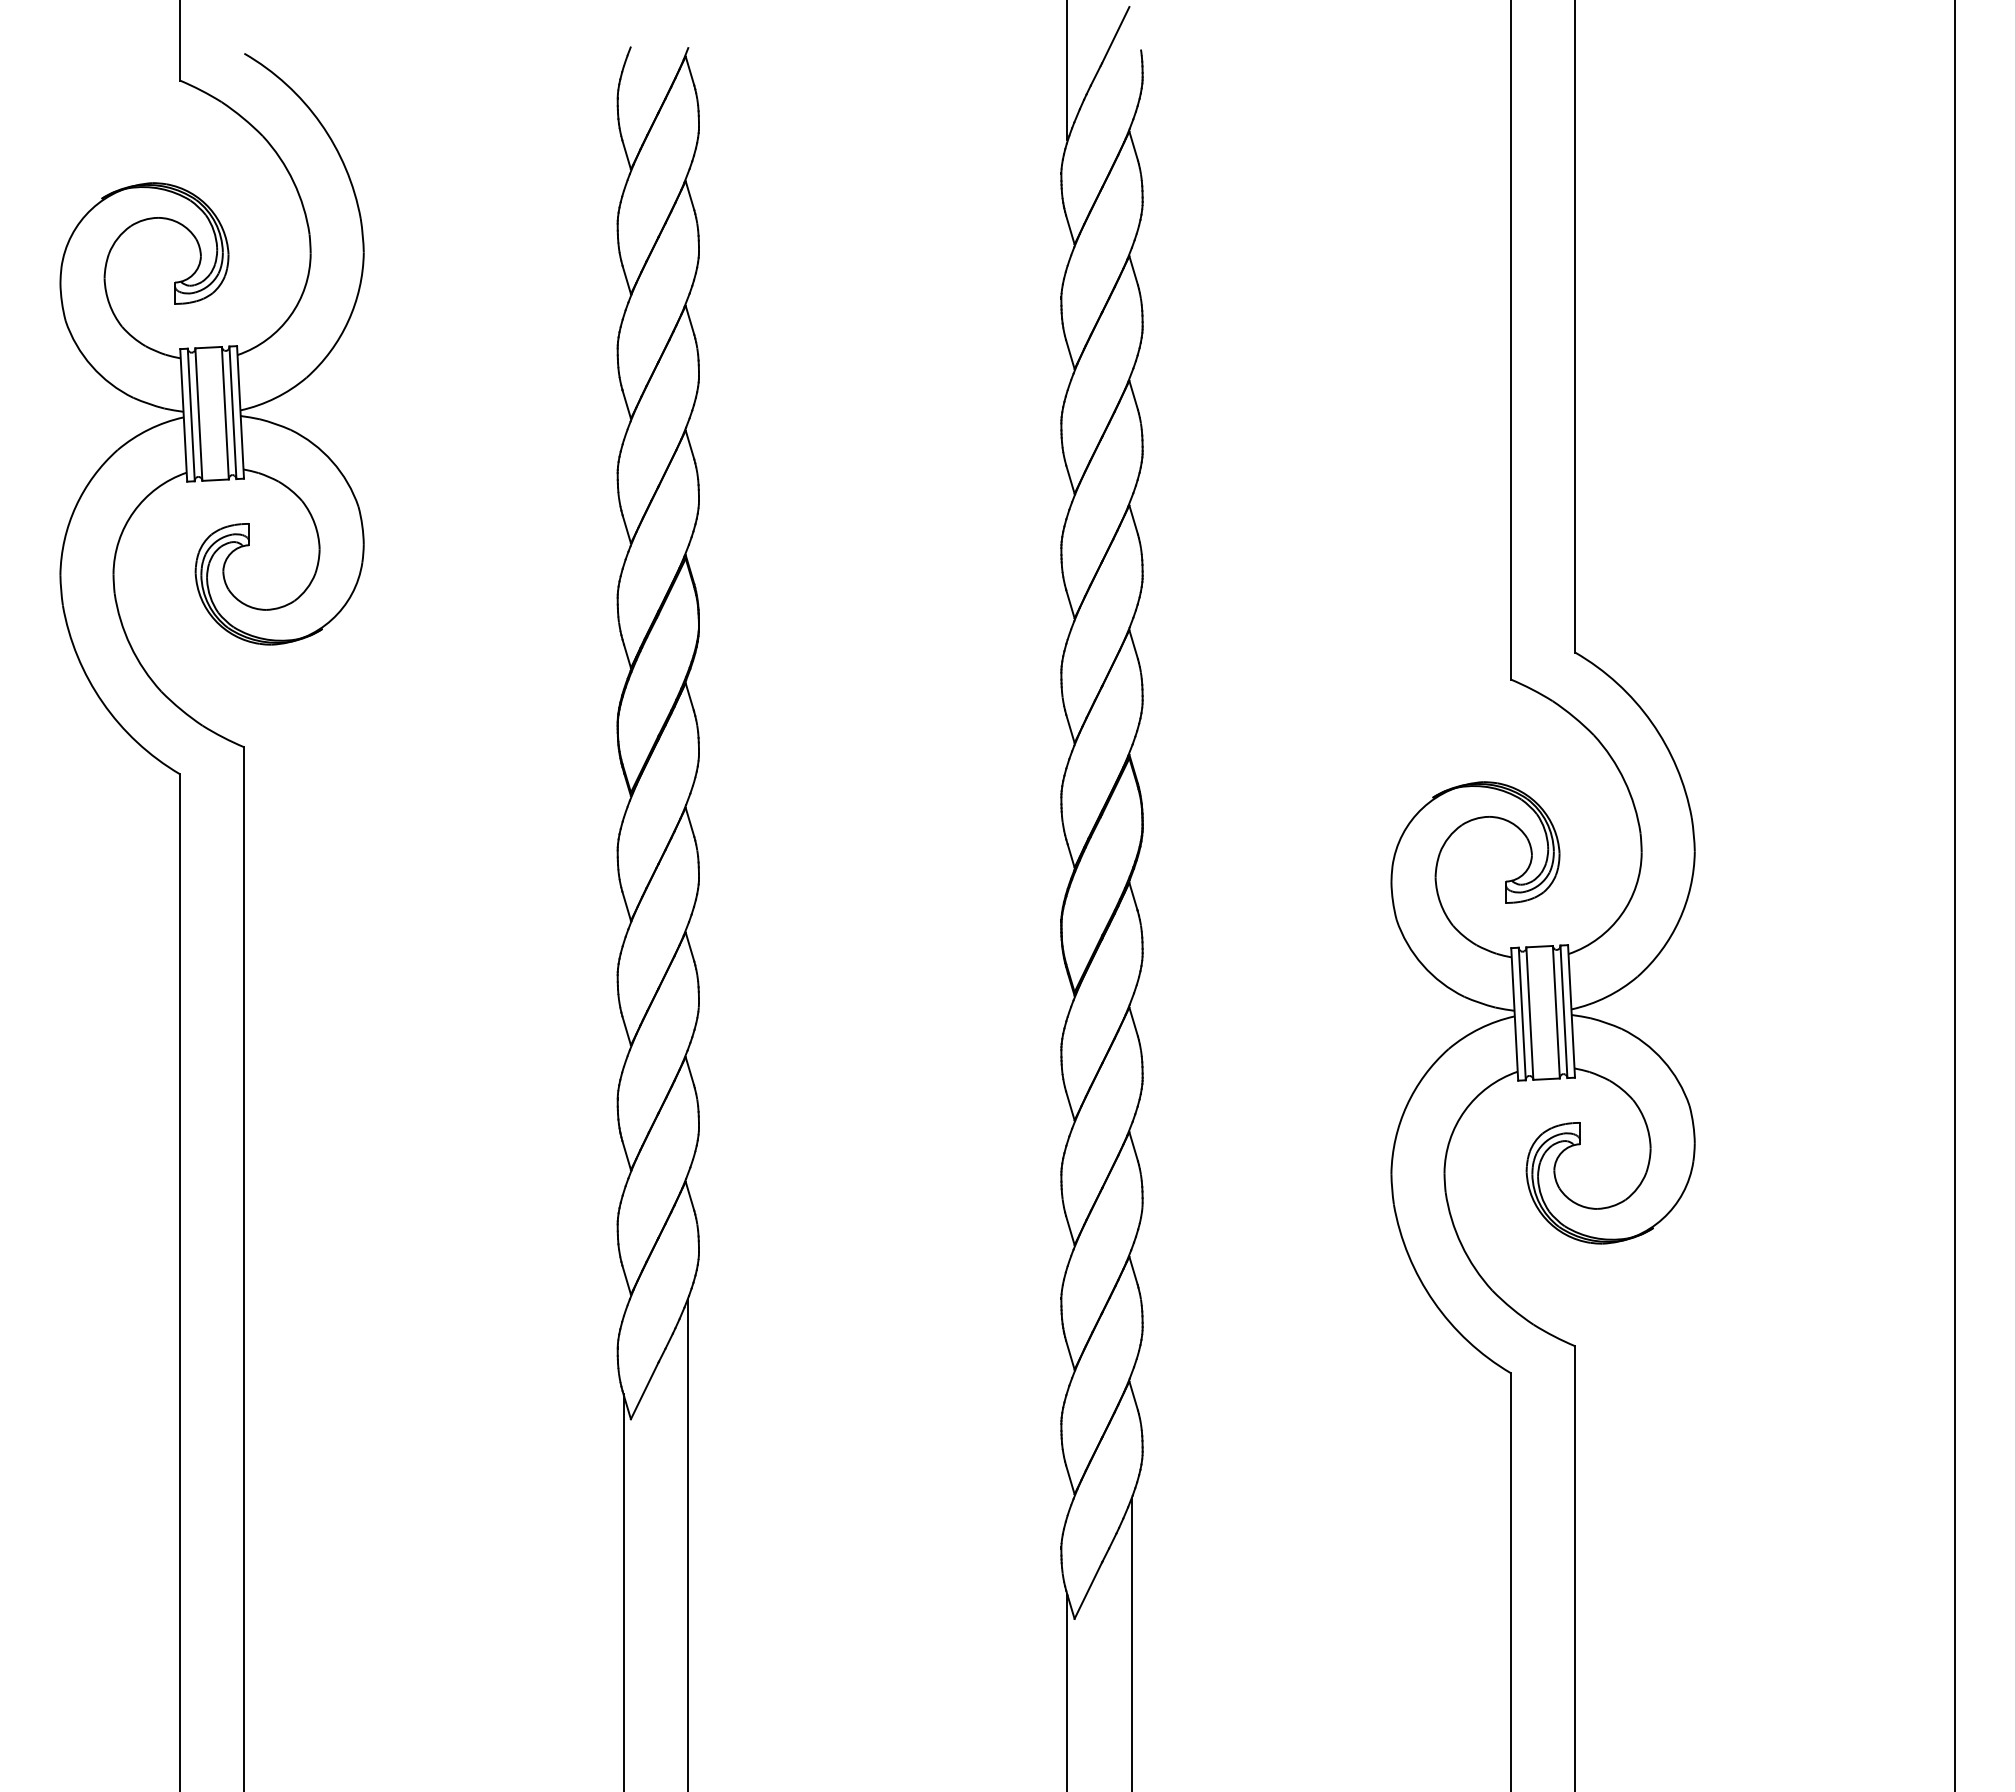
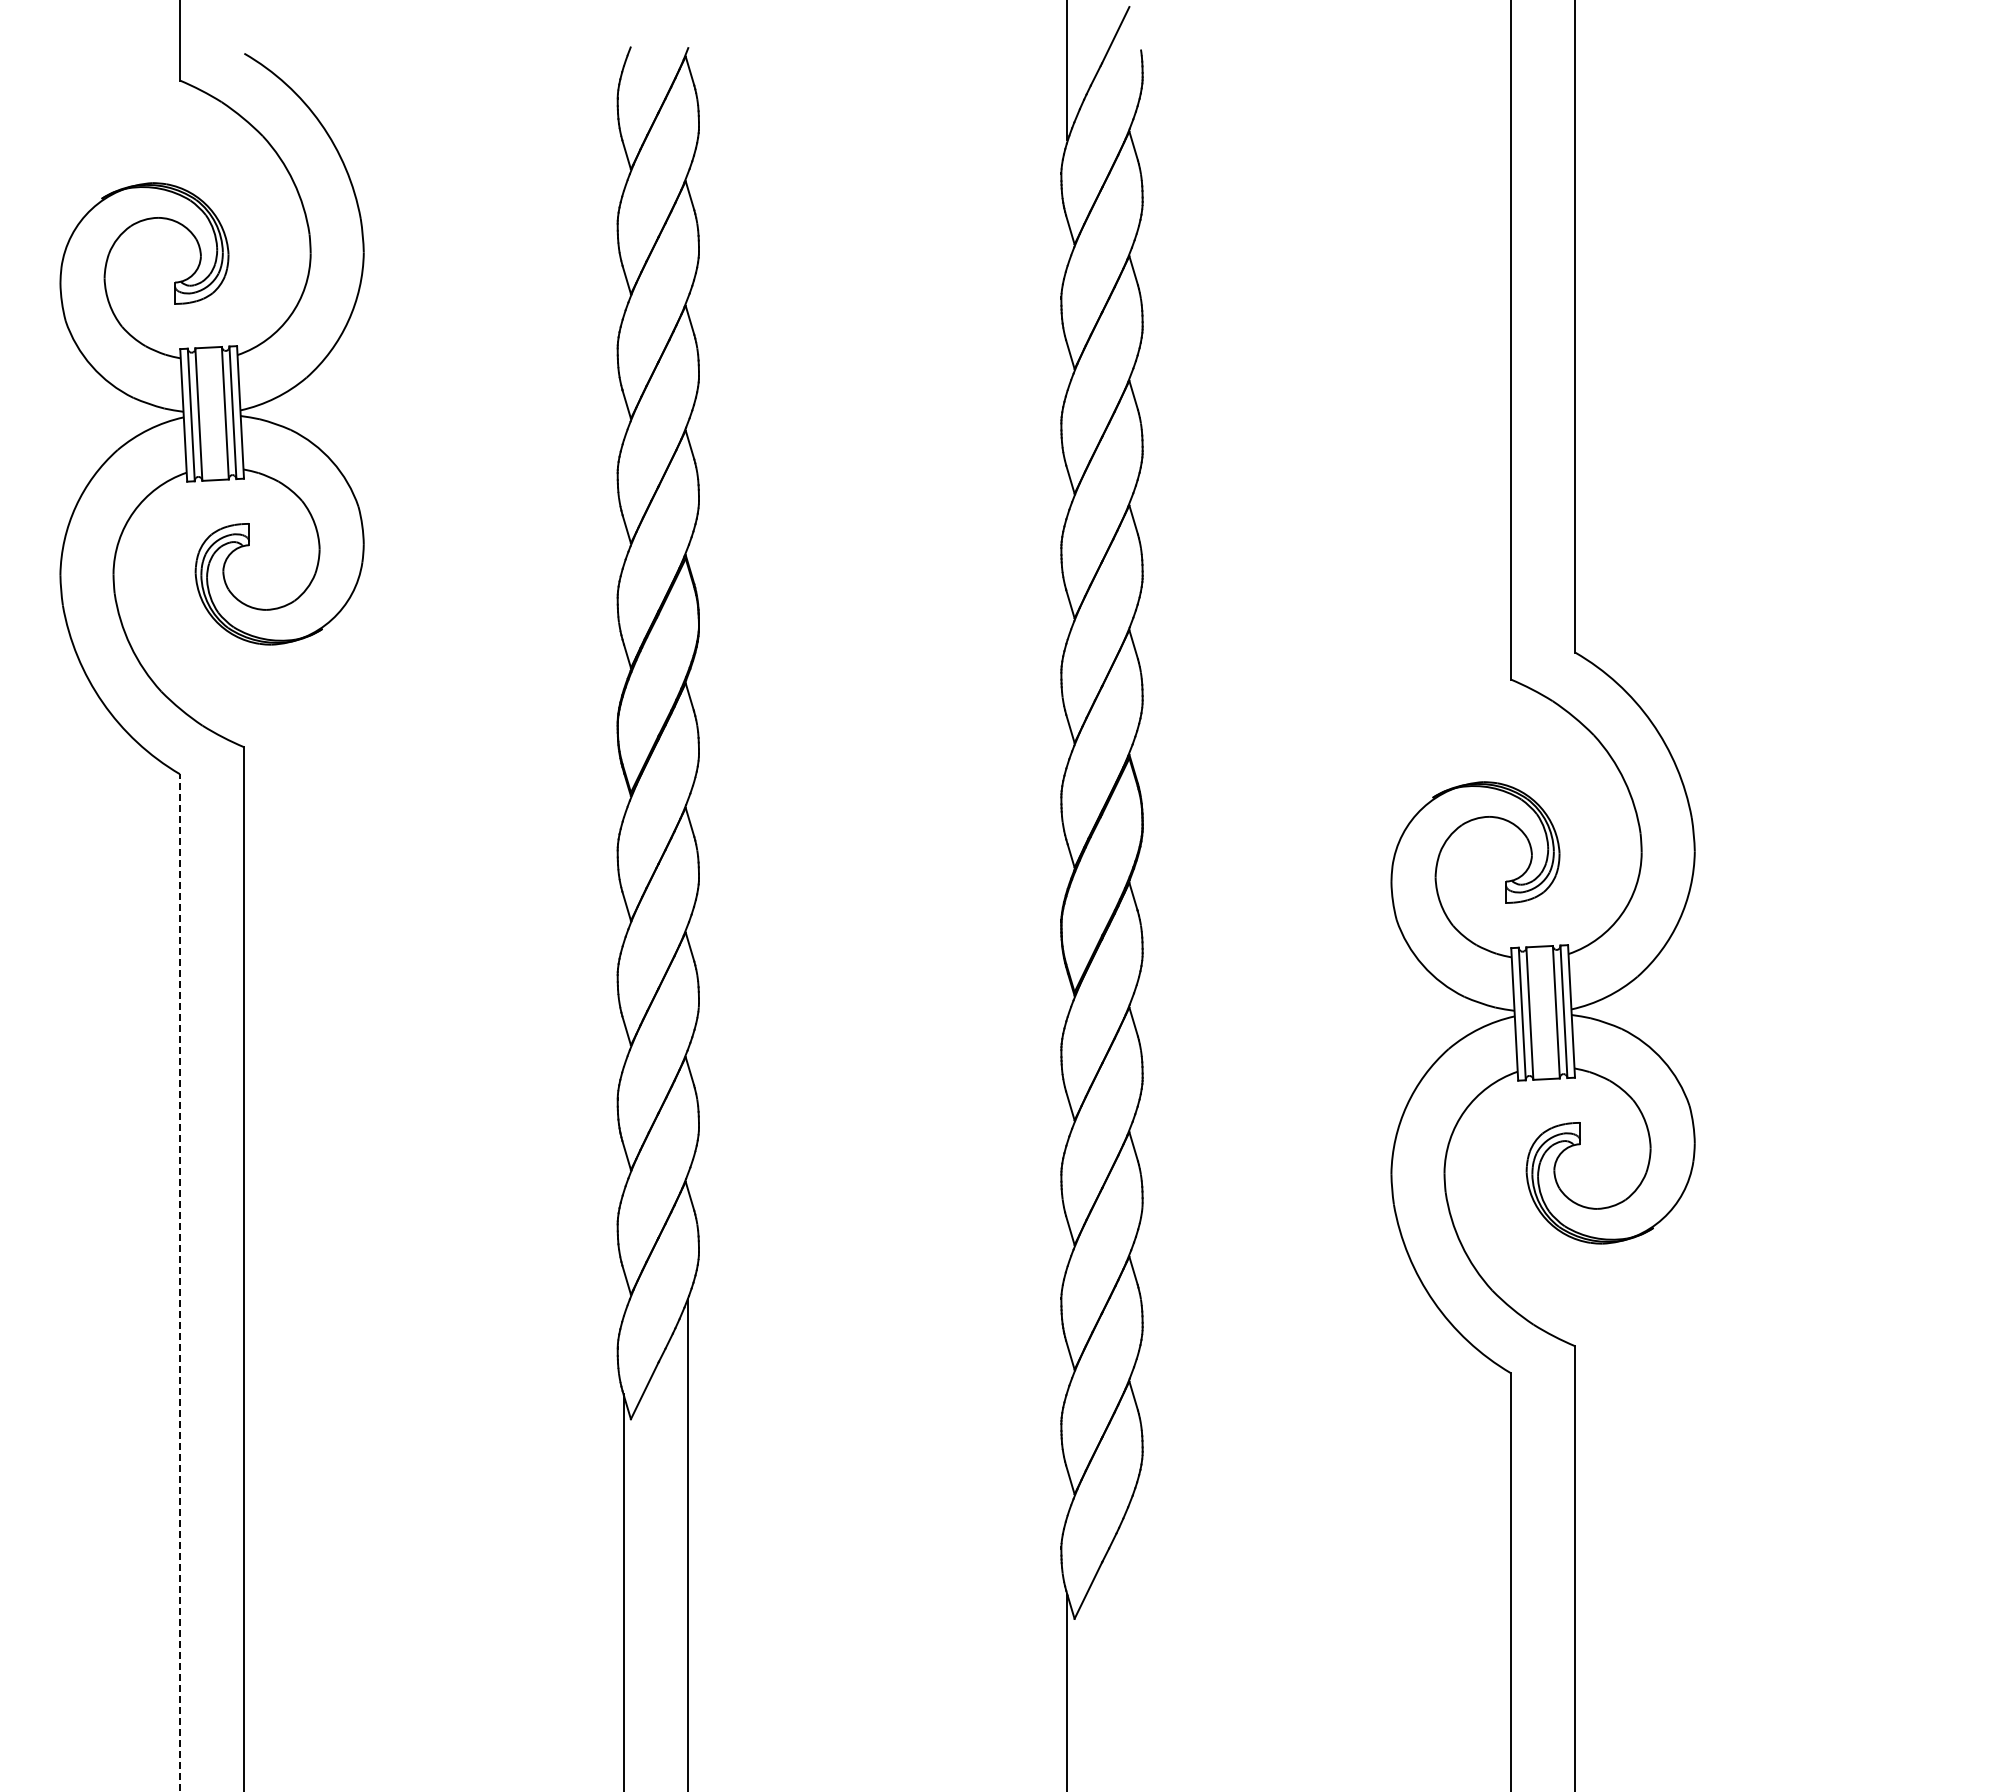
line at (1954, 895): present -> none
line at (179, 1283): solid -> dashed
line at (1131, 1643): present -> none
